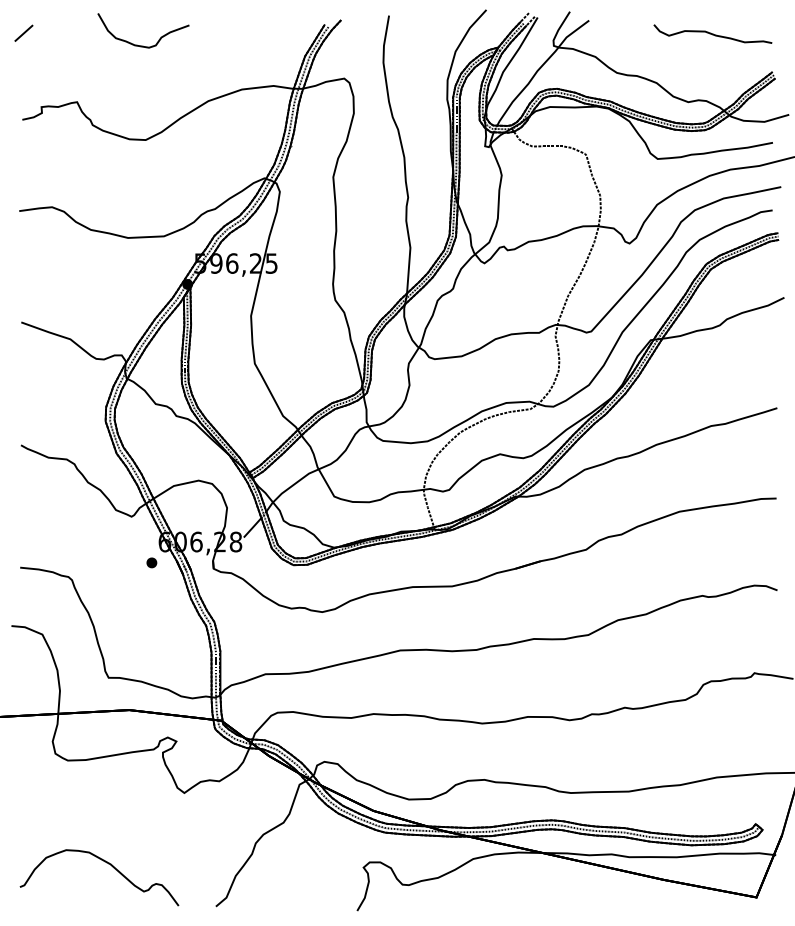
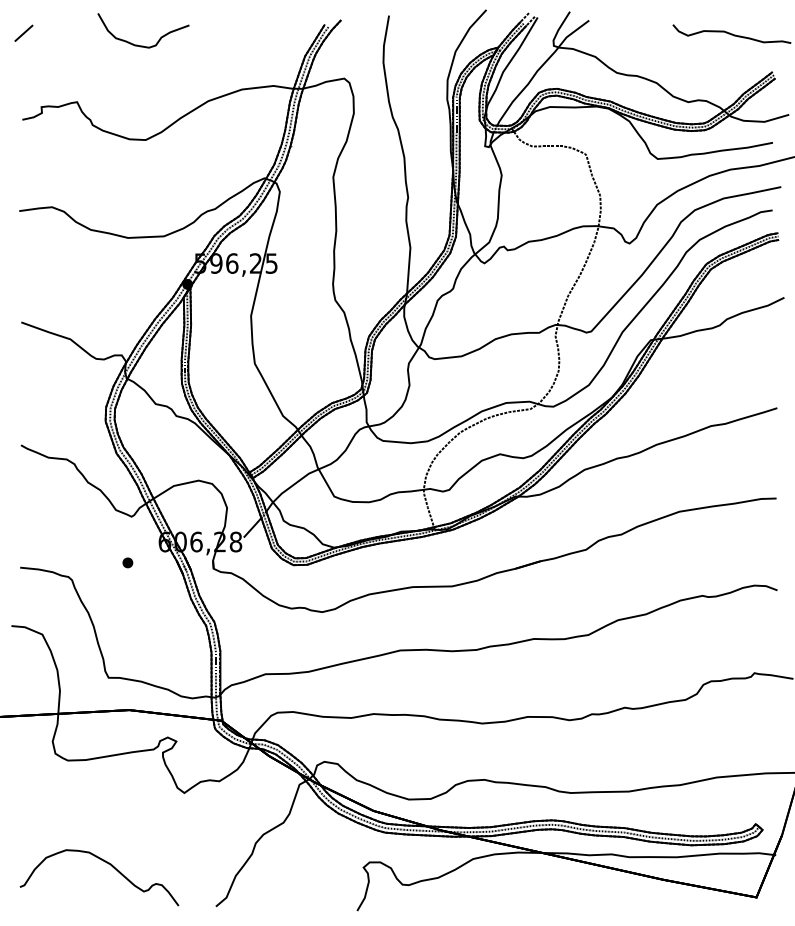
curve at (712, 33) position: (712, 33) -> (731, 33)
part at (151, 562) position: (151, 562) -> (127, 562)
